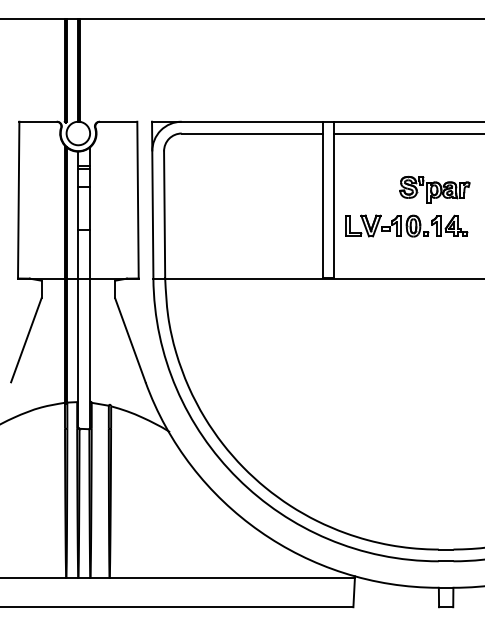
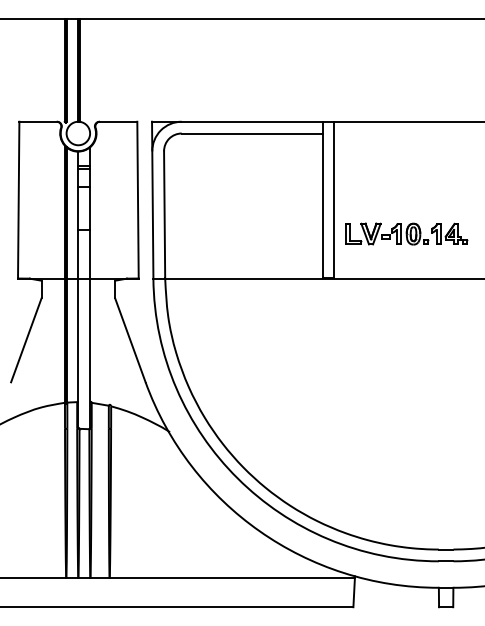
line at (407, 133): present -> none
part at (434, 189): present -> none
part at (406, 225) position: (406, 225) -> (406, 233)
